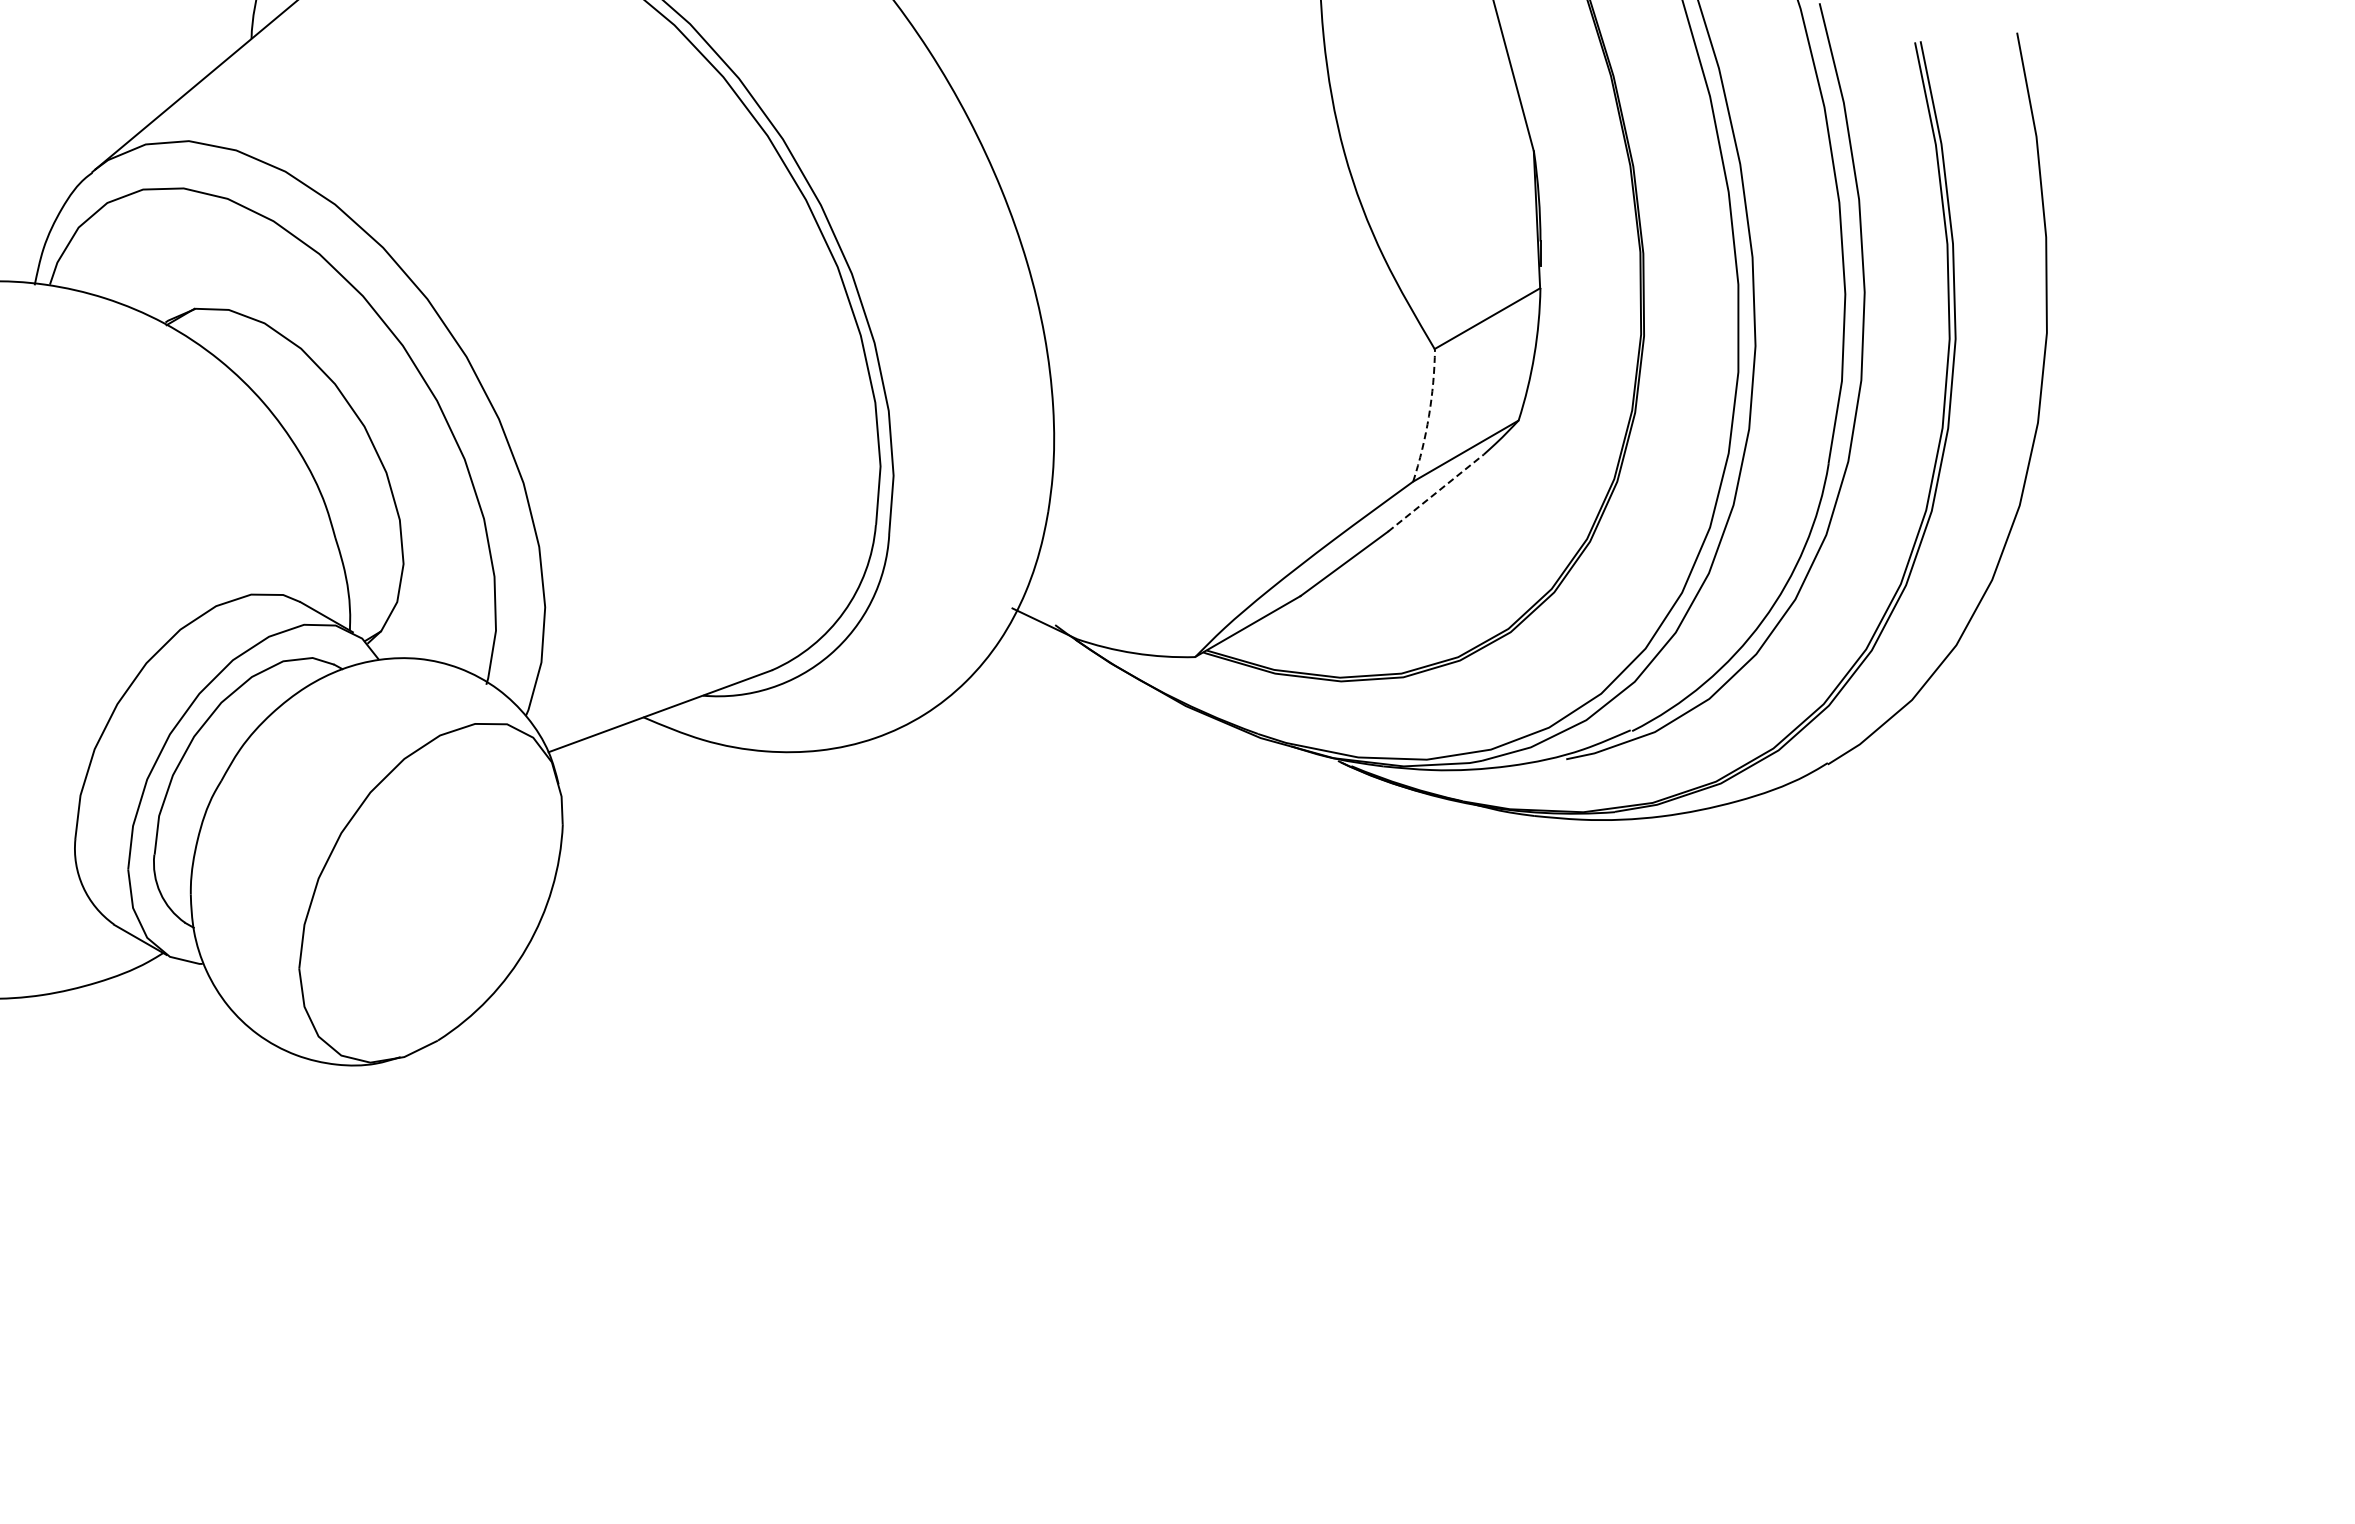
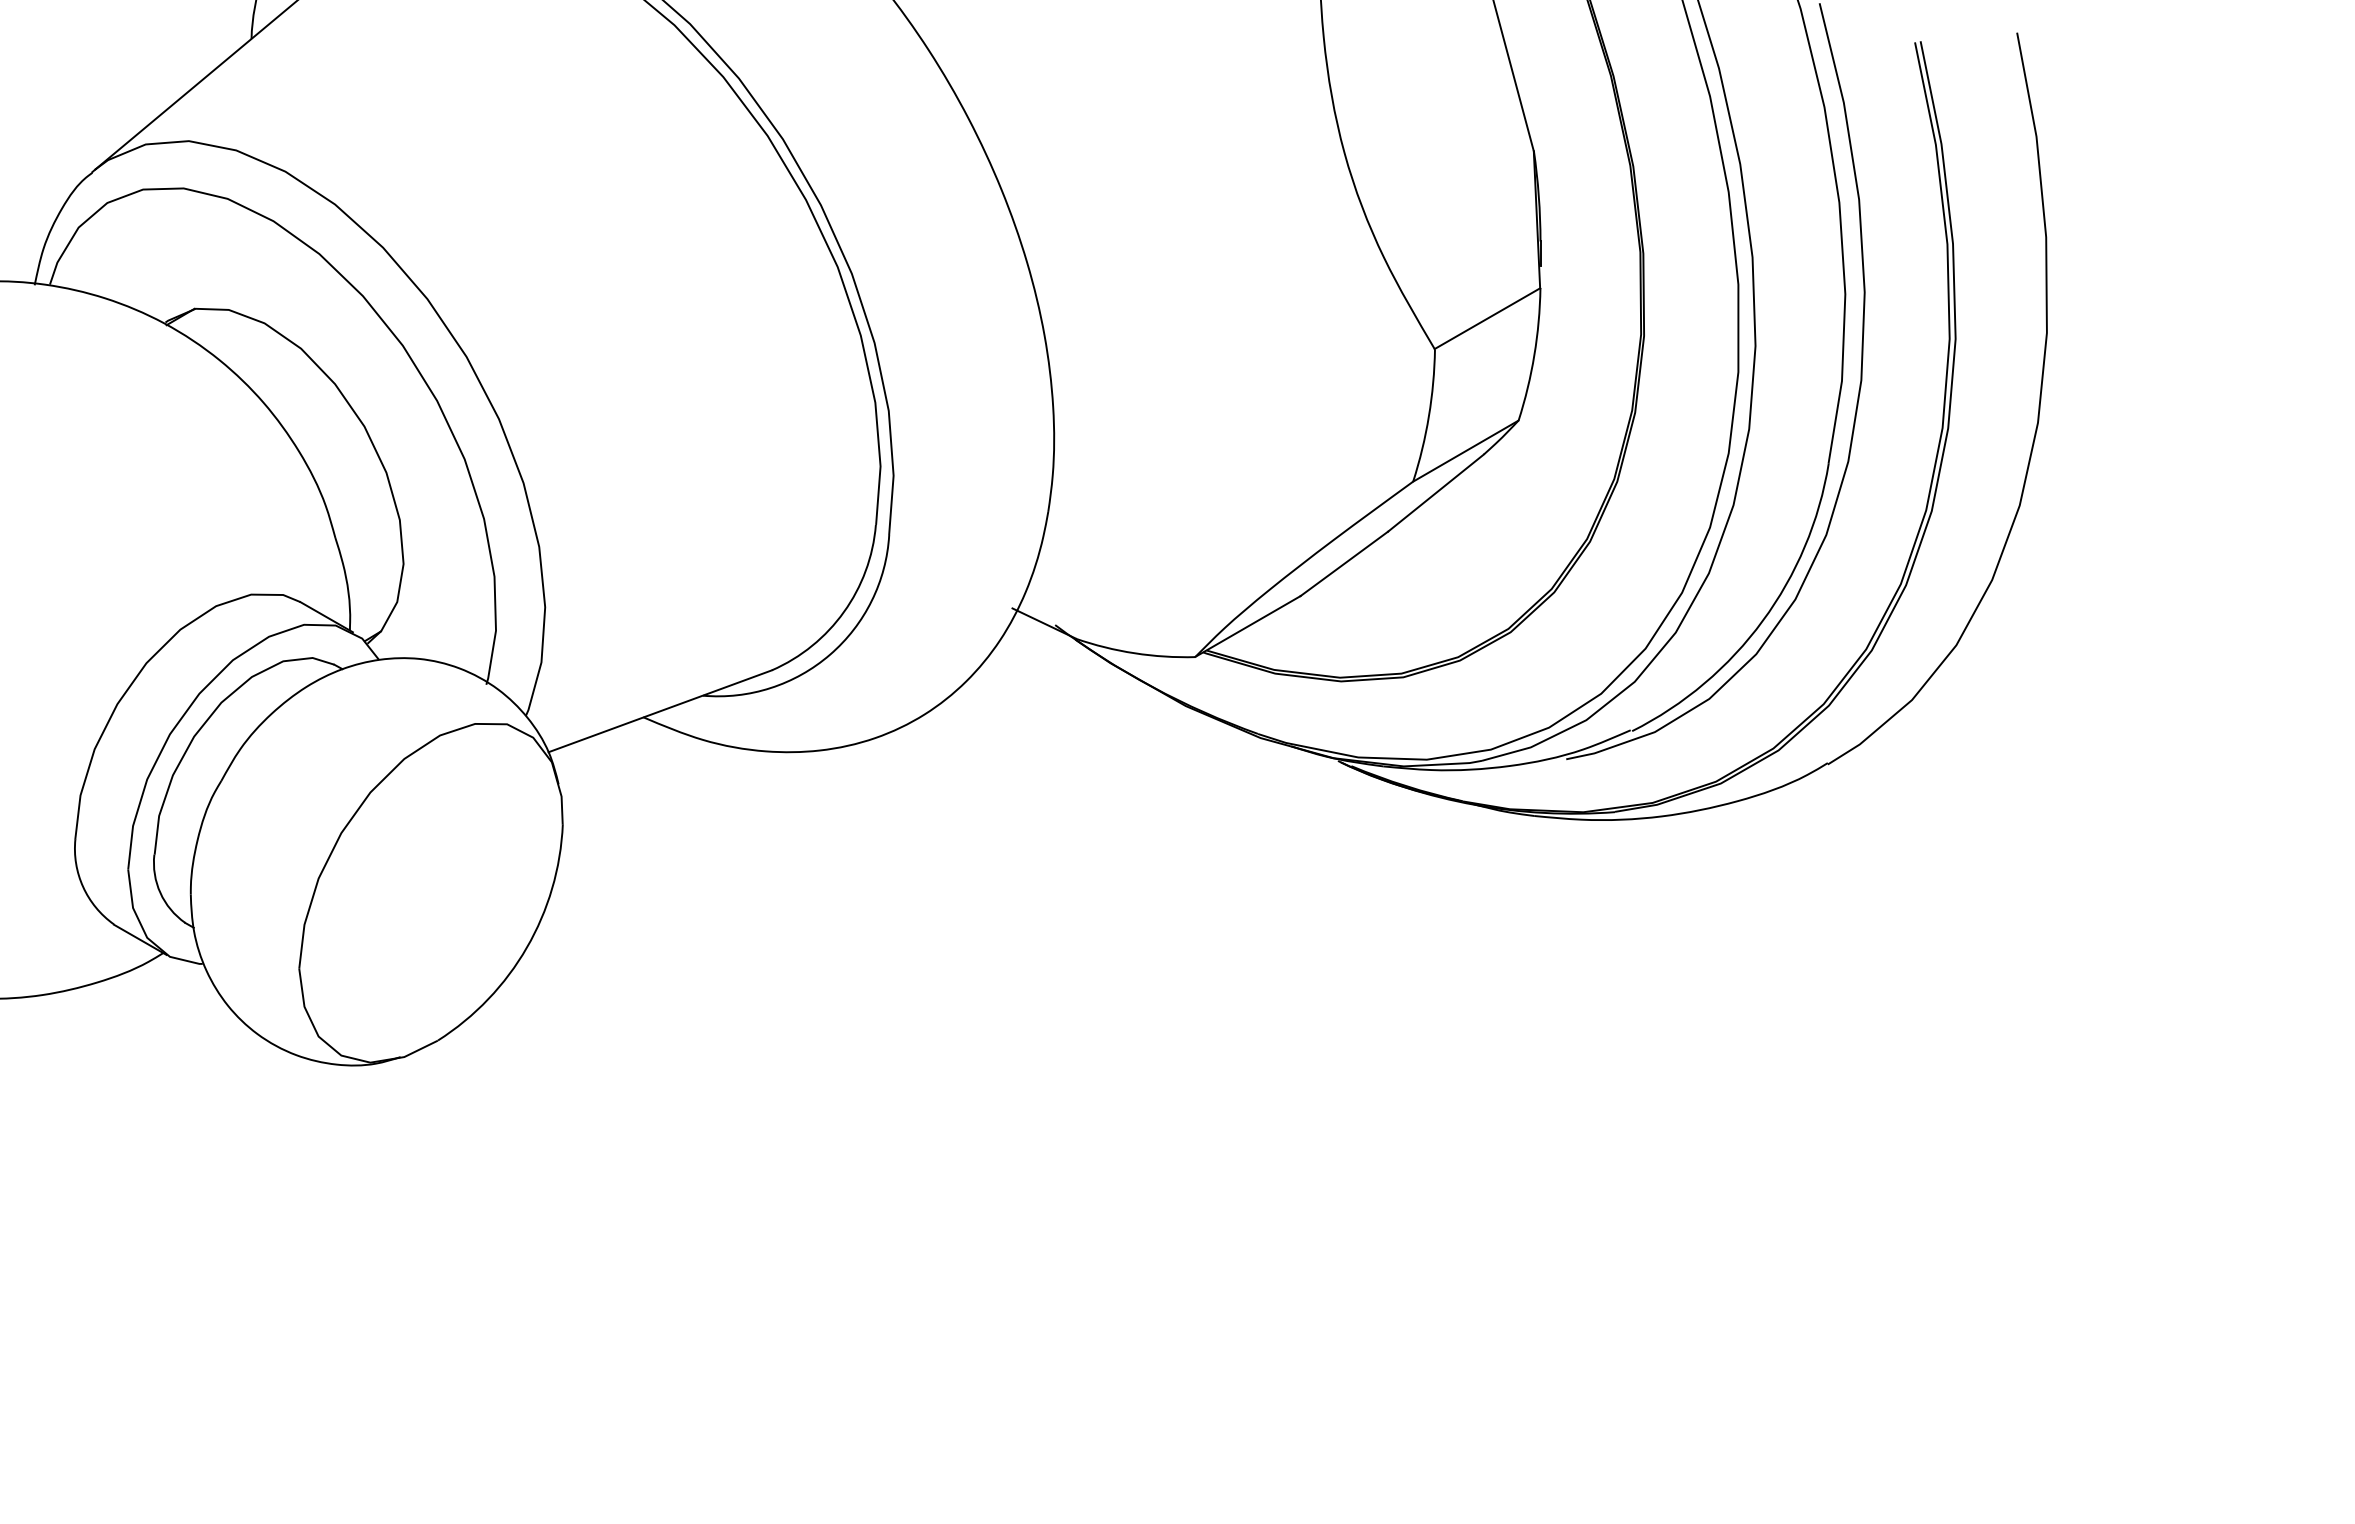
arc at (1428, 416): dashed -> solid
line at (1436, 492): dashed -> solid
